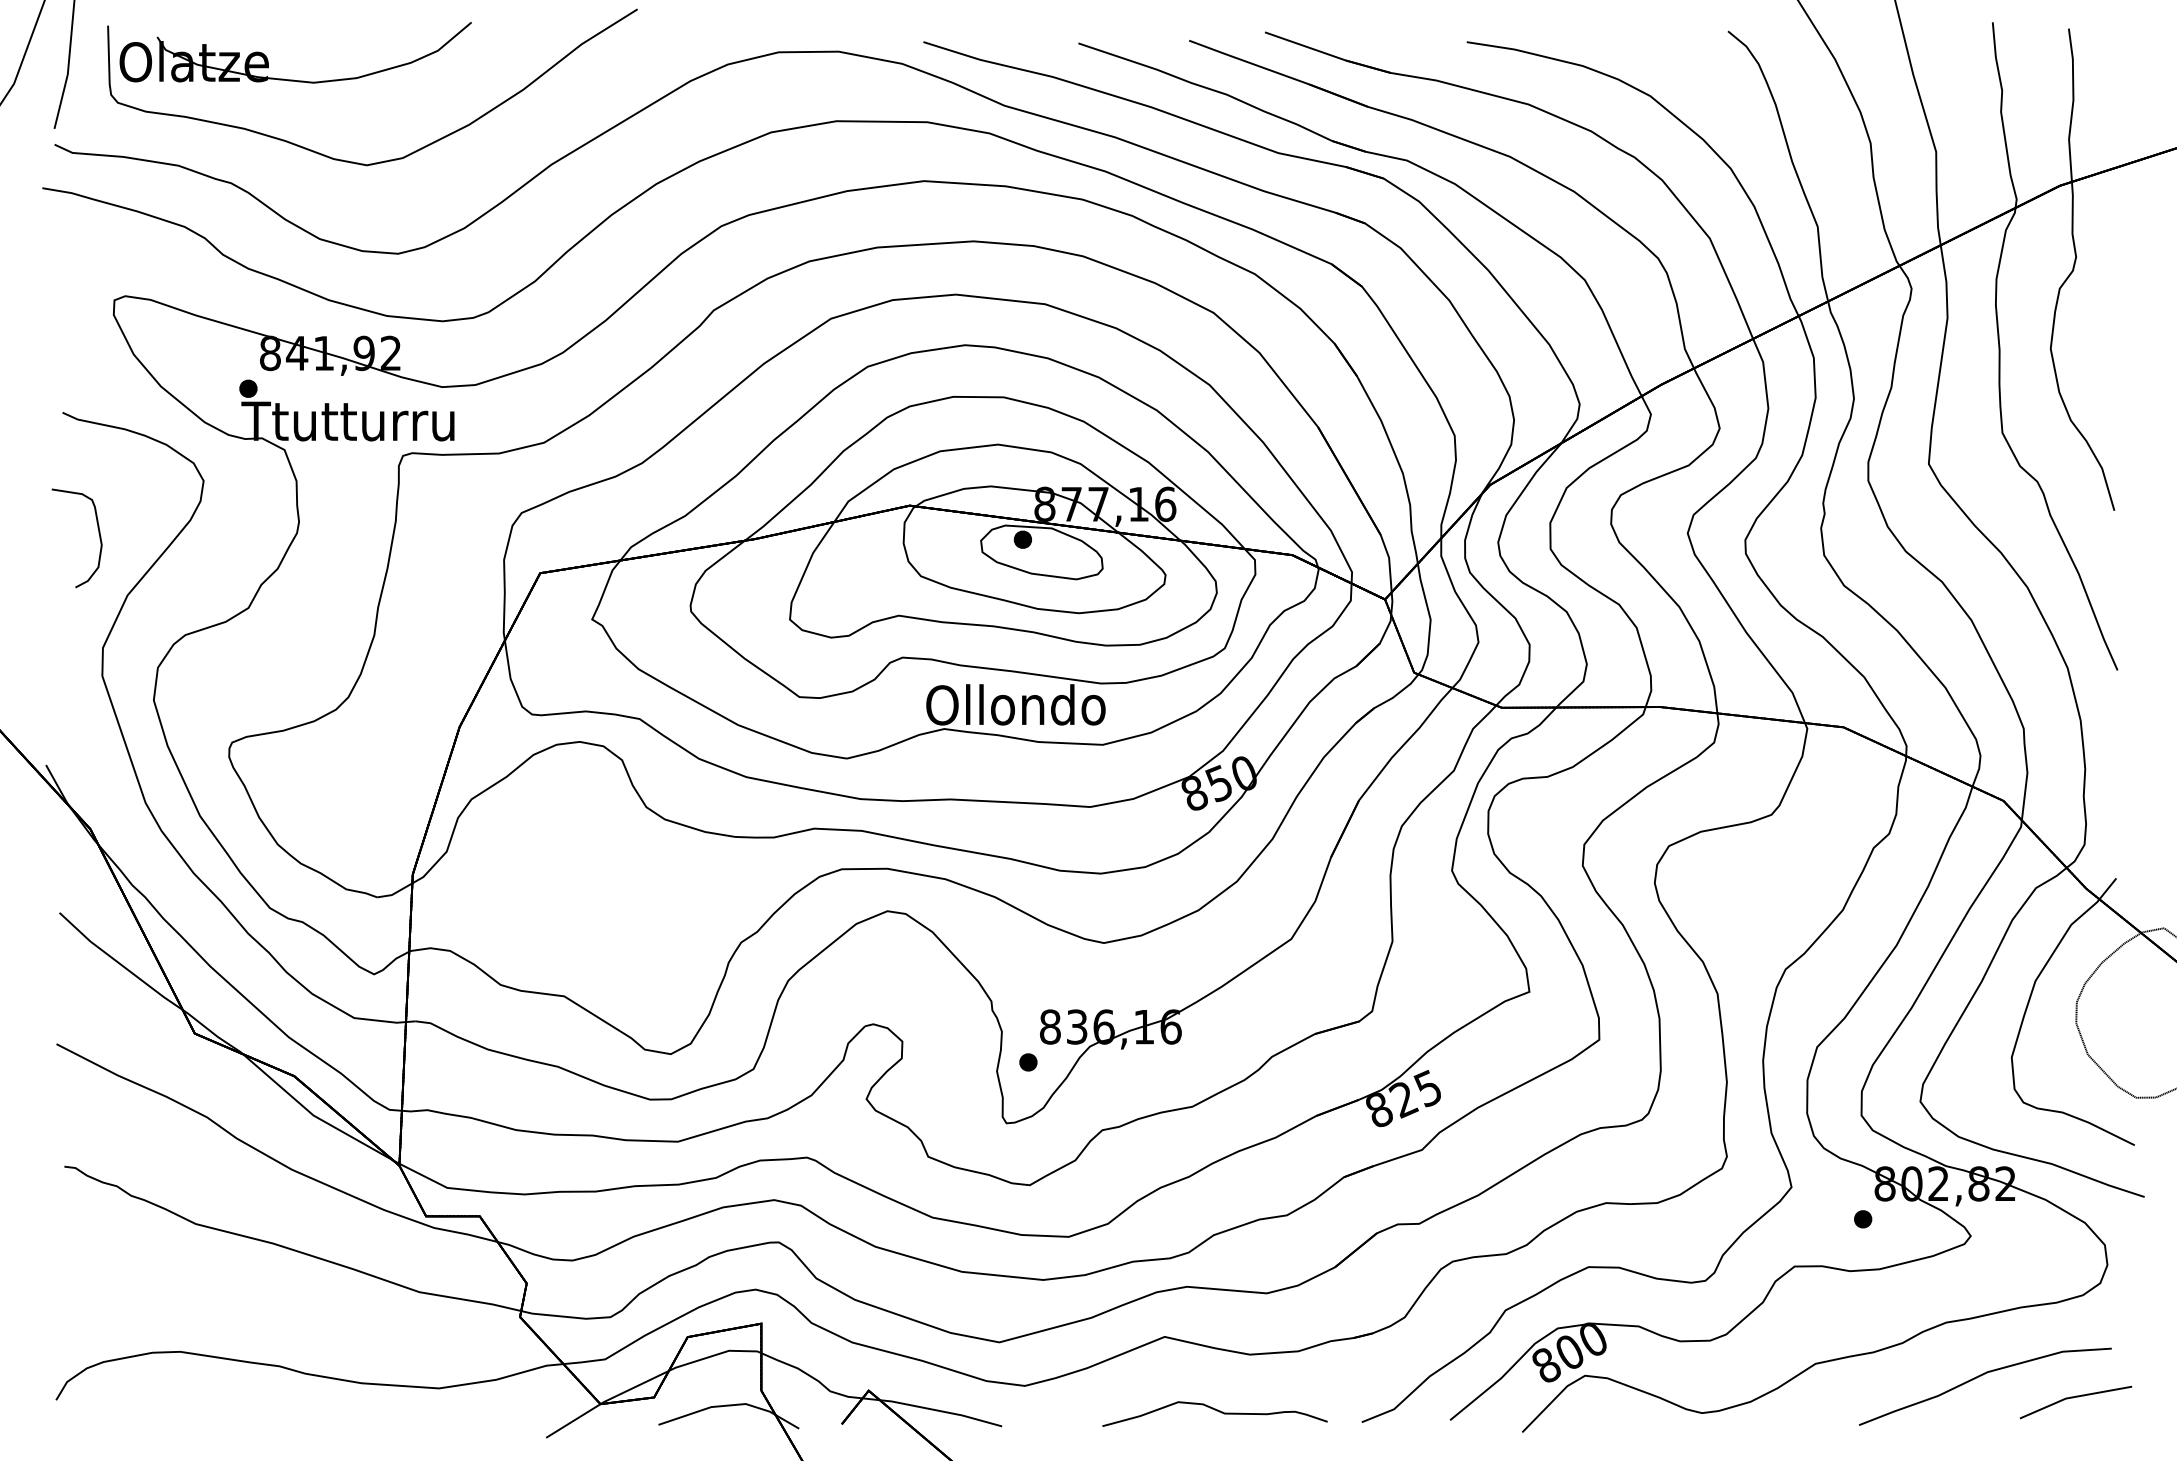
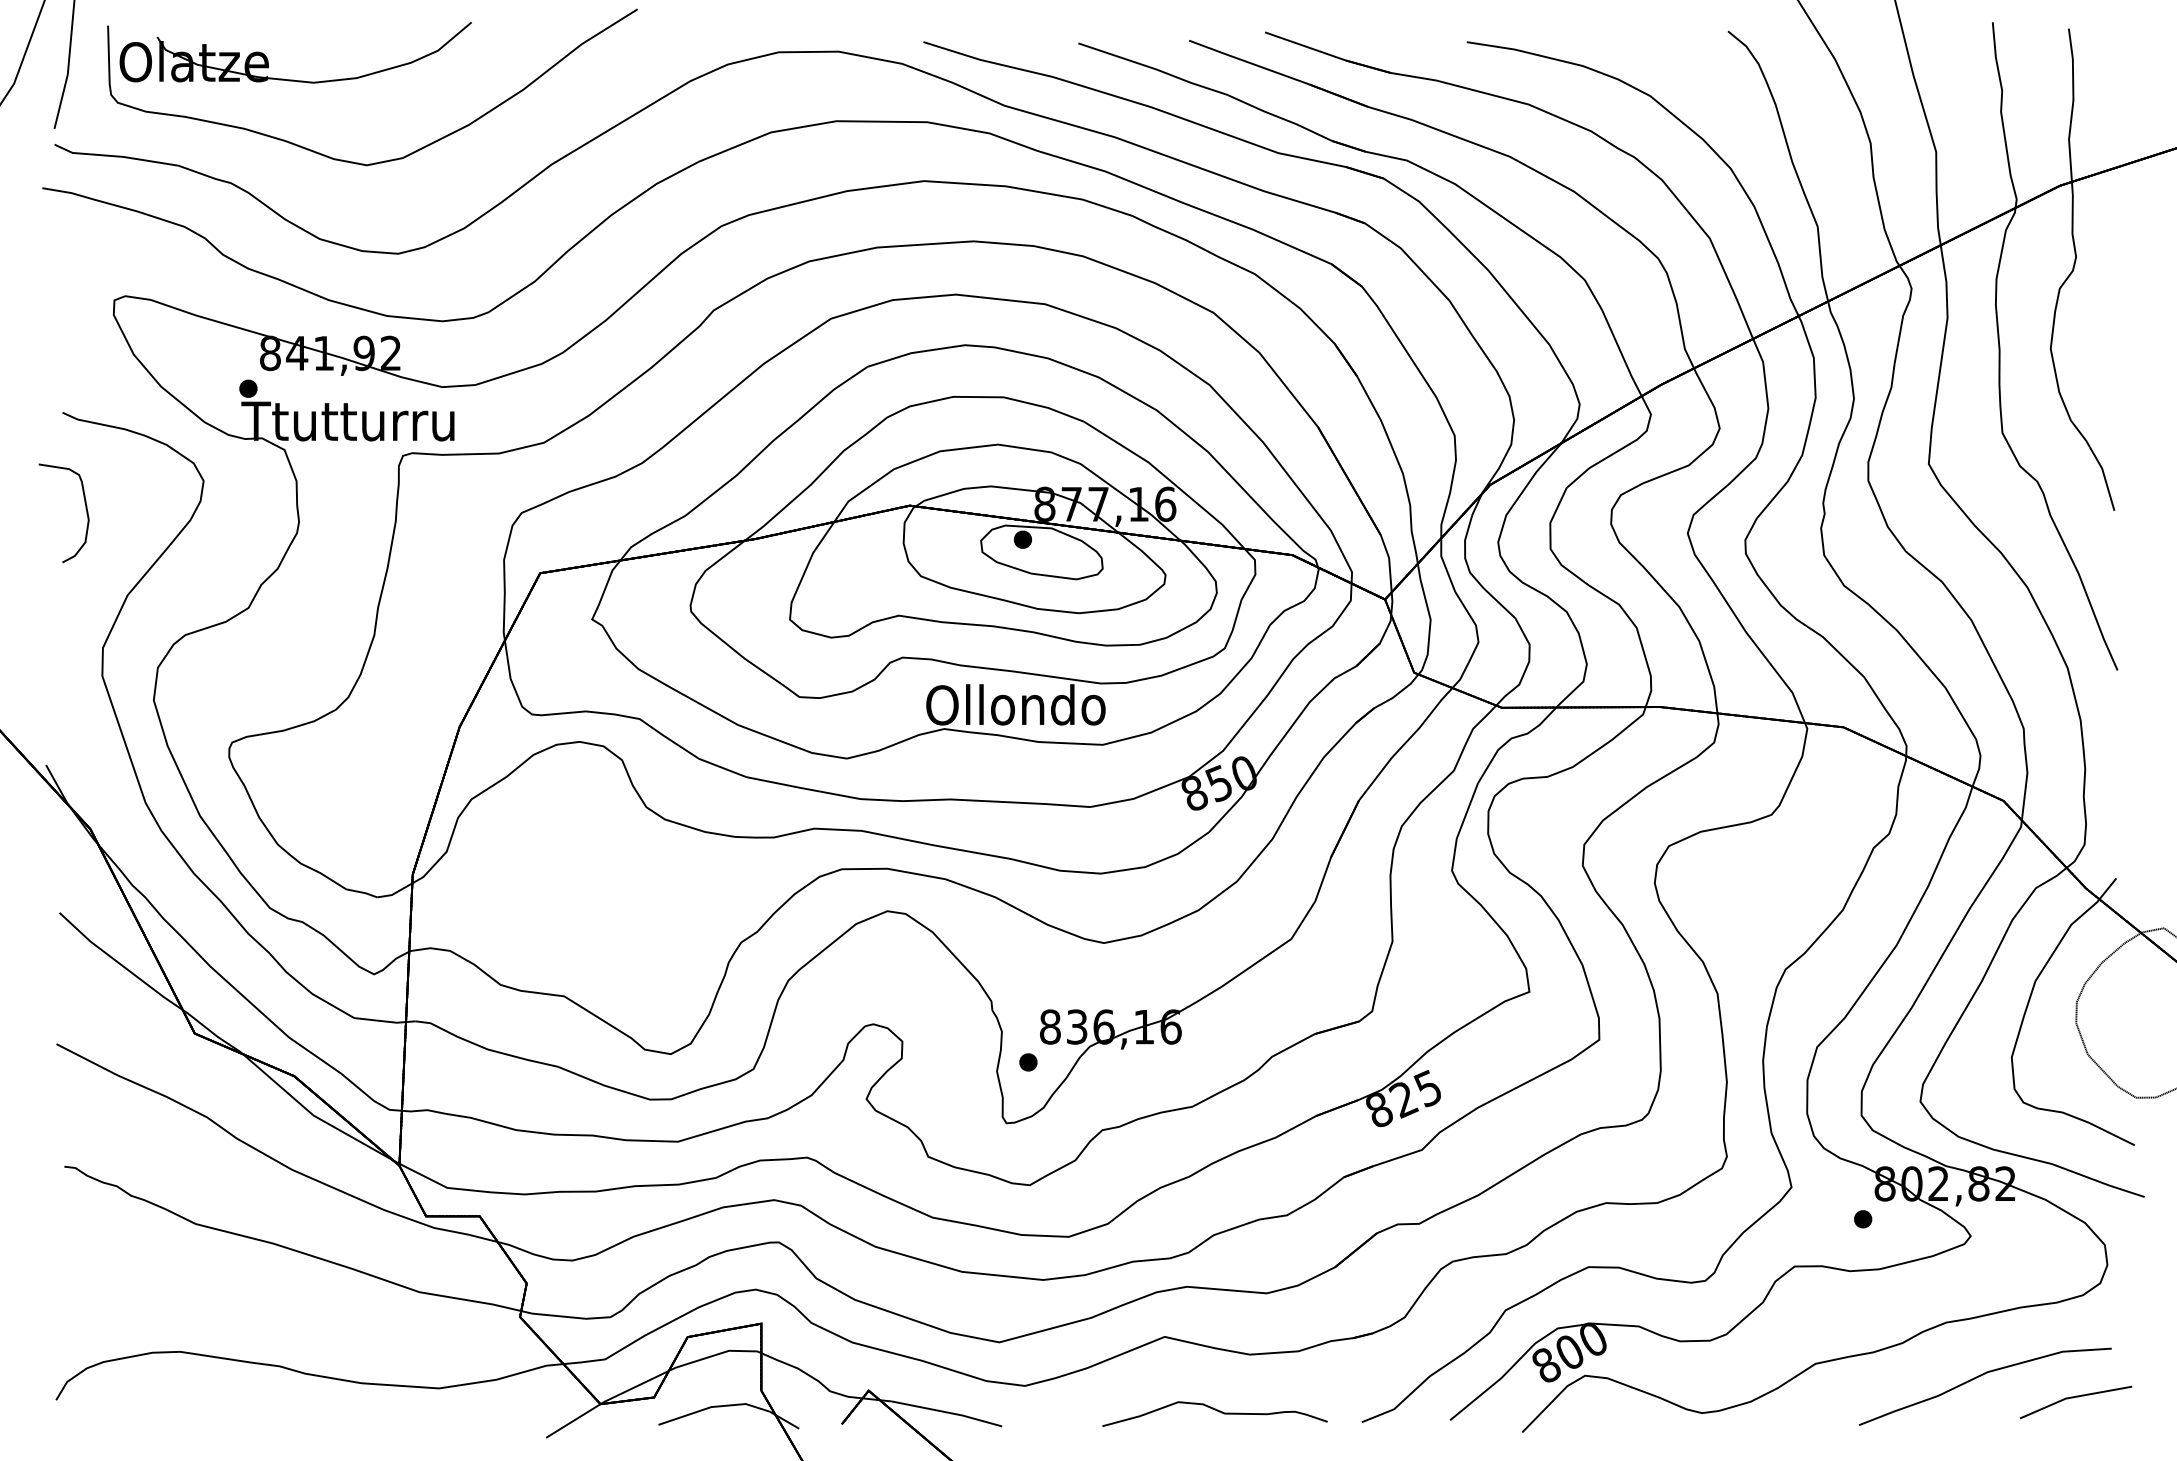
curve at (98, 533) position: (98, 533) -> (85, 508)
